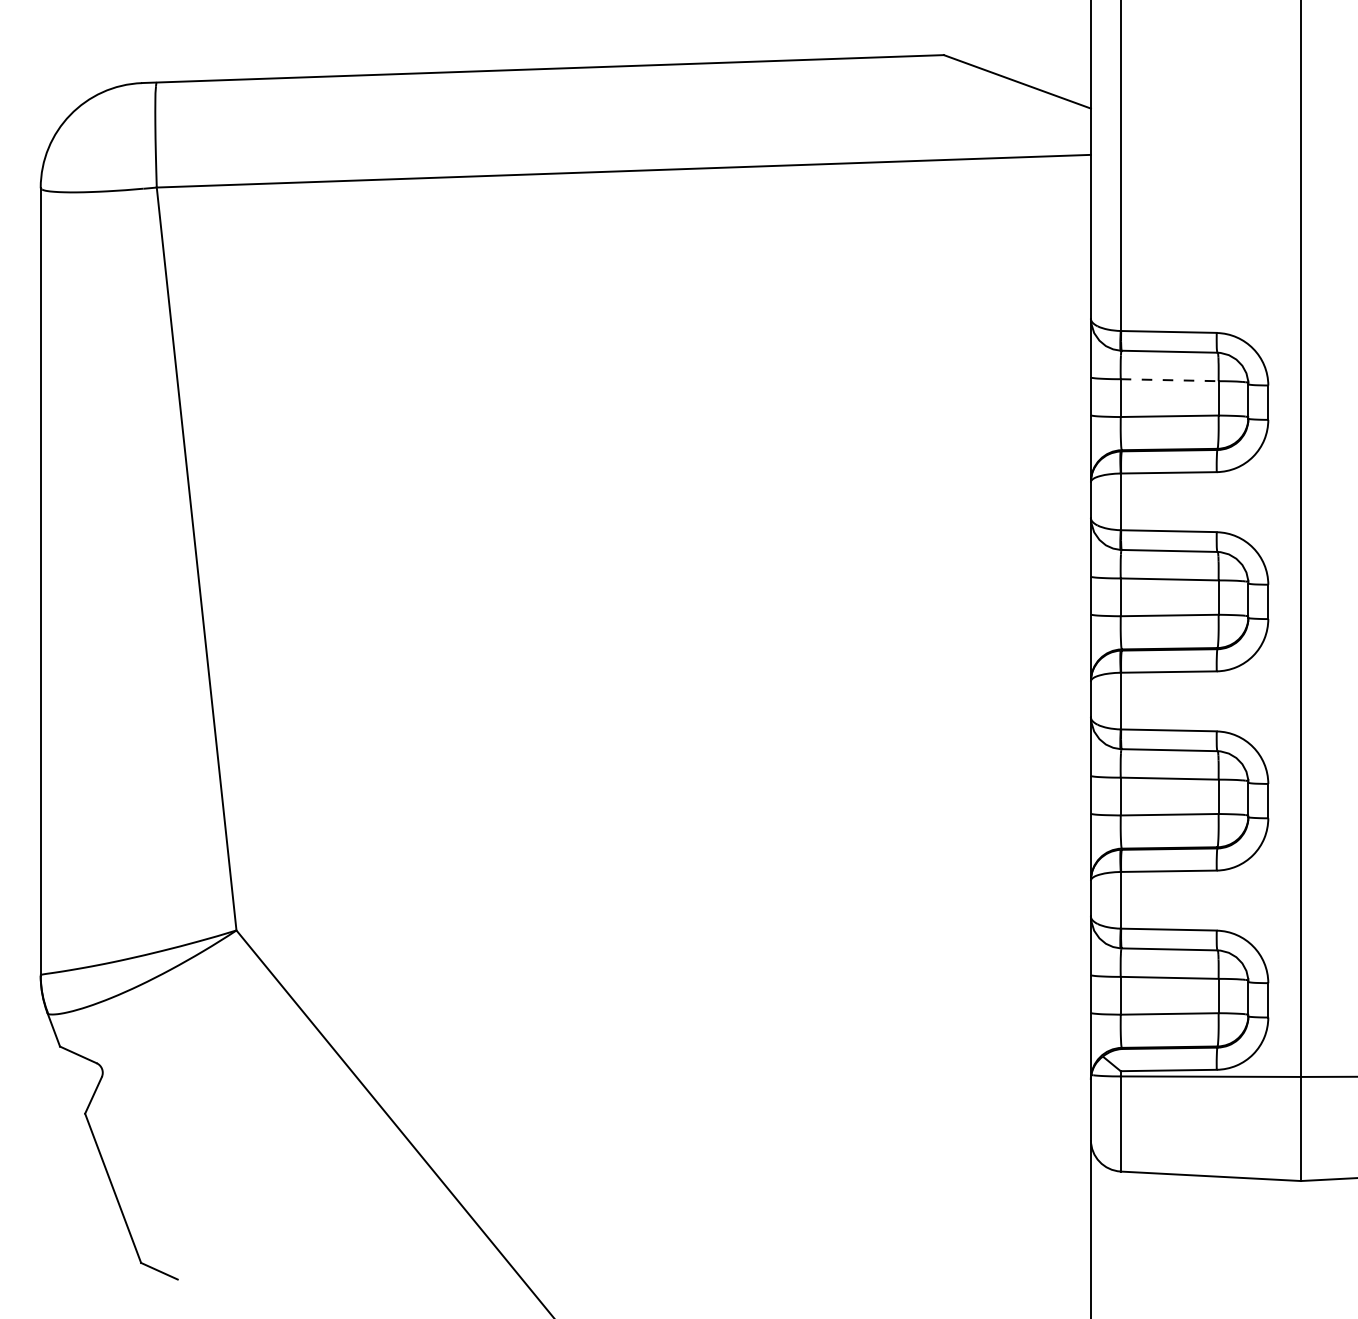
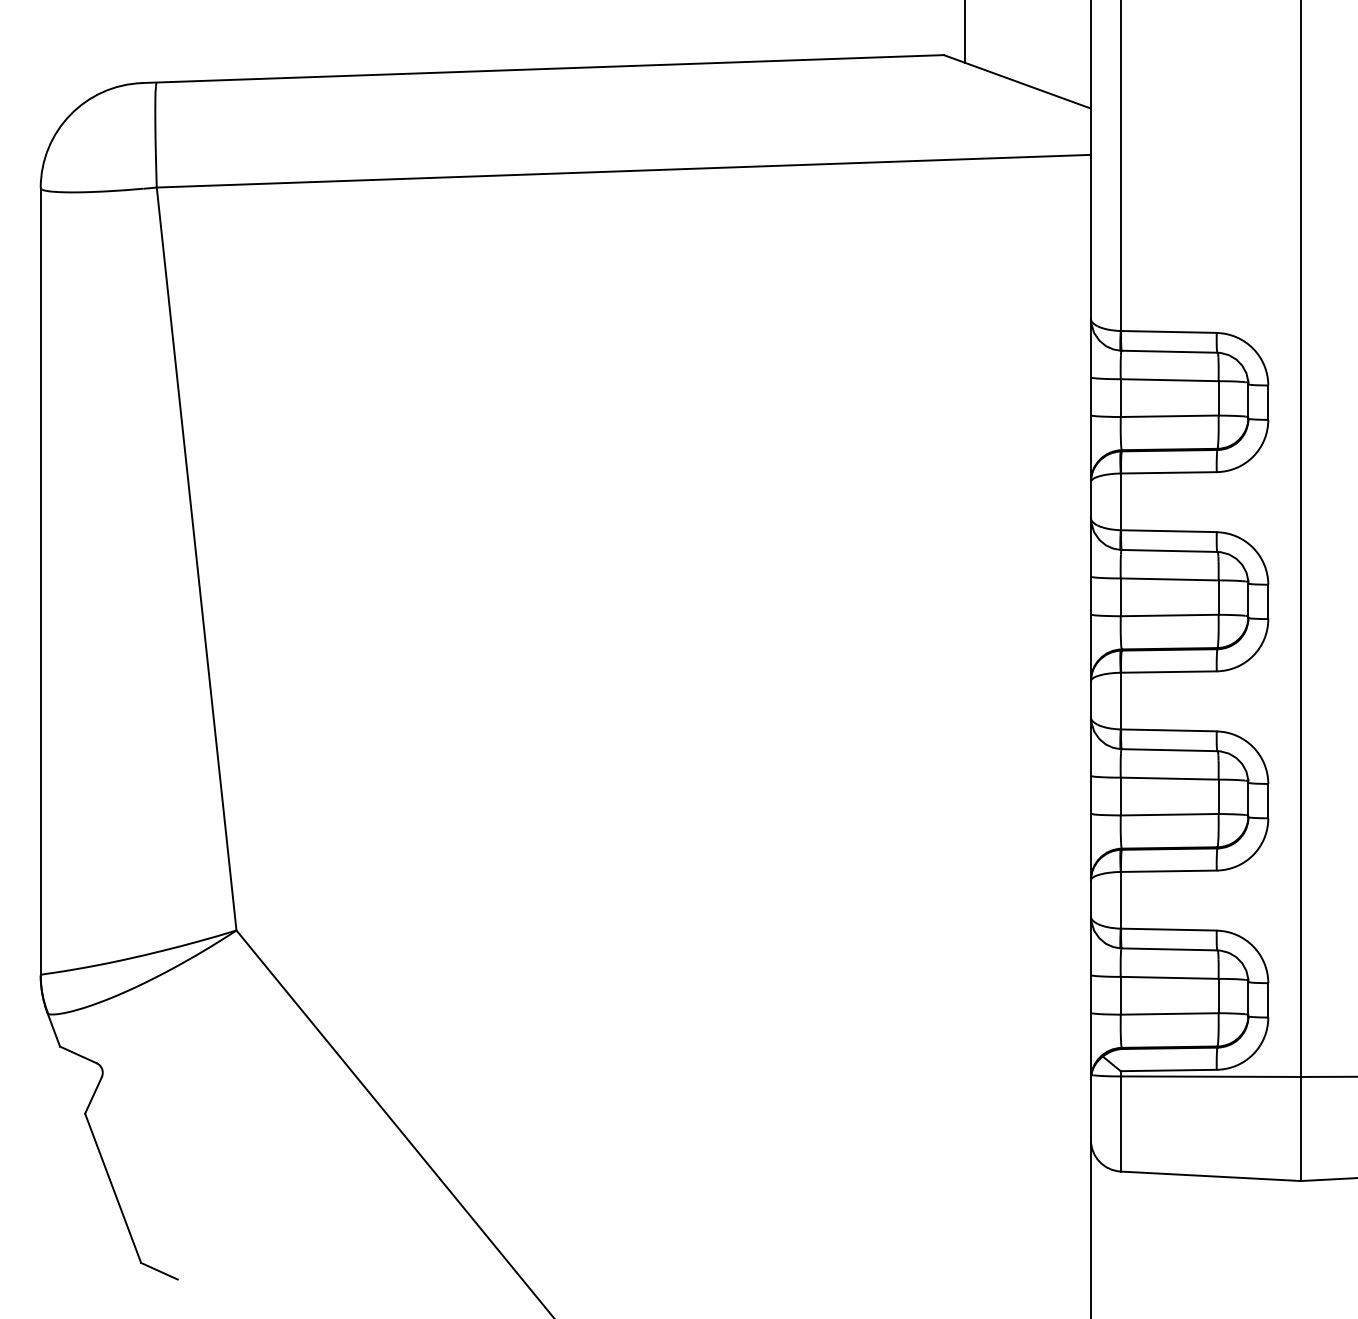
line at (964, 32): none -> present
line at (1169, 380): dashed -> solid
